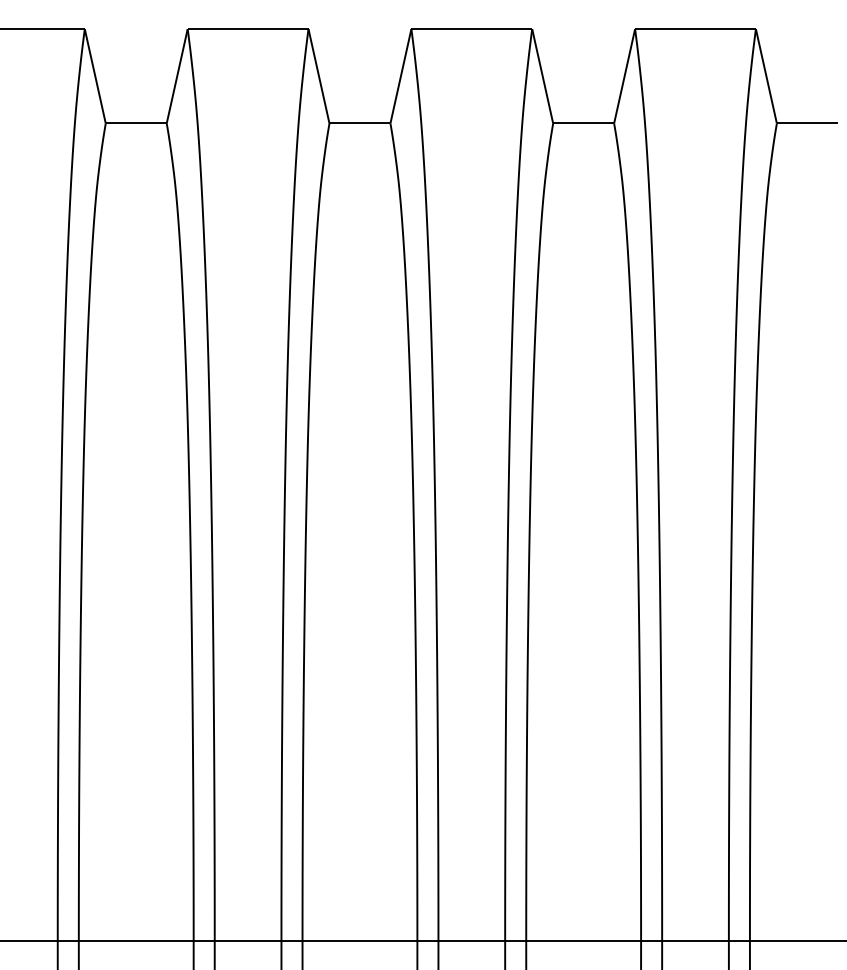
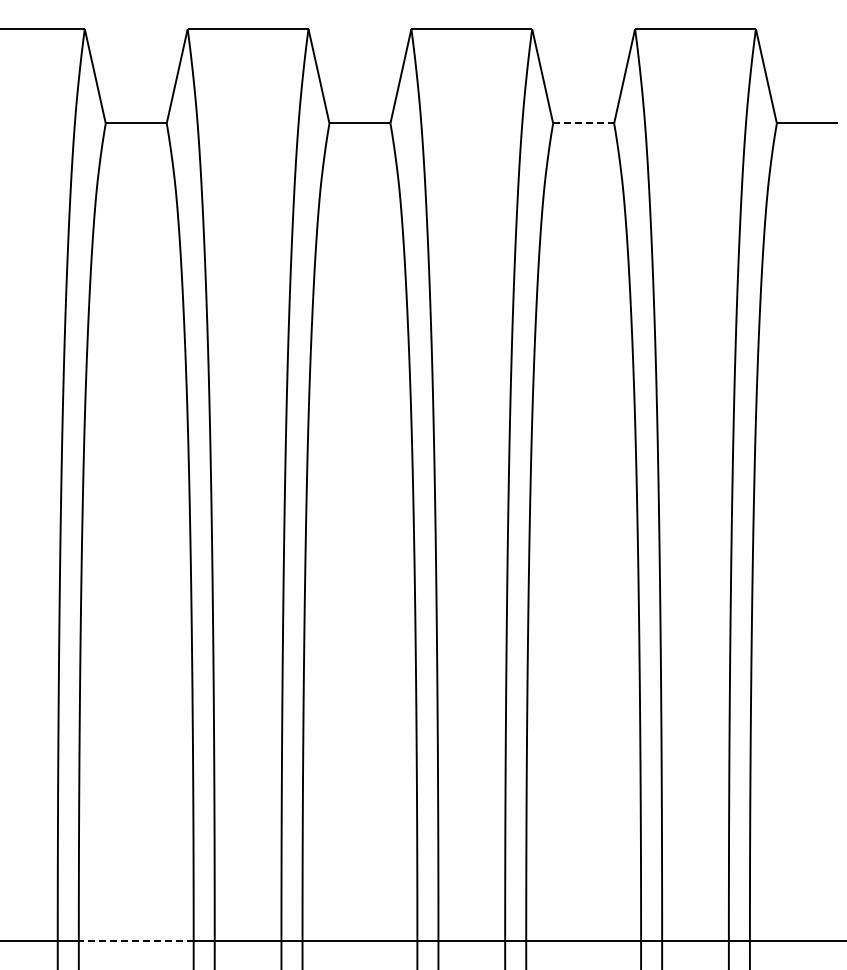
line at (584, 123): solid -> dashed
line at (135, 940): solid -> dashed
